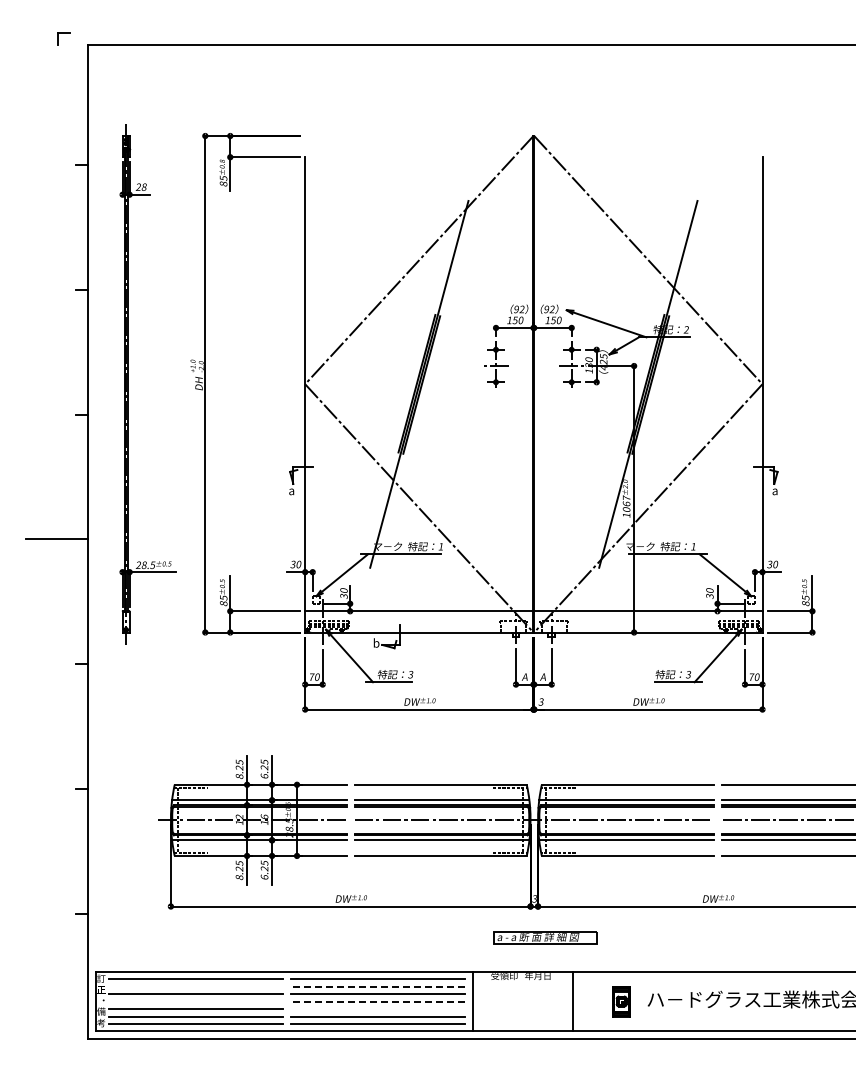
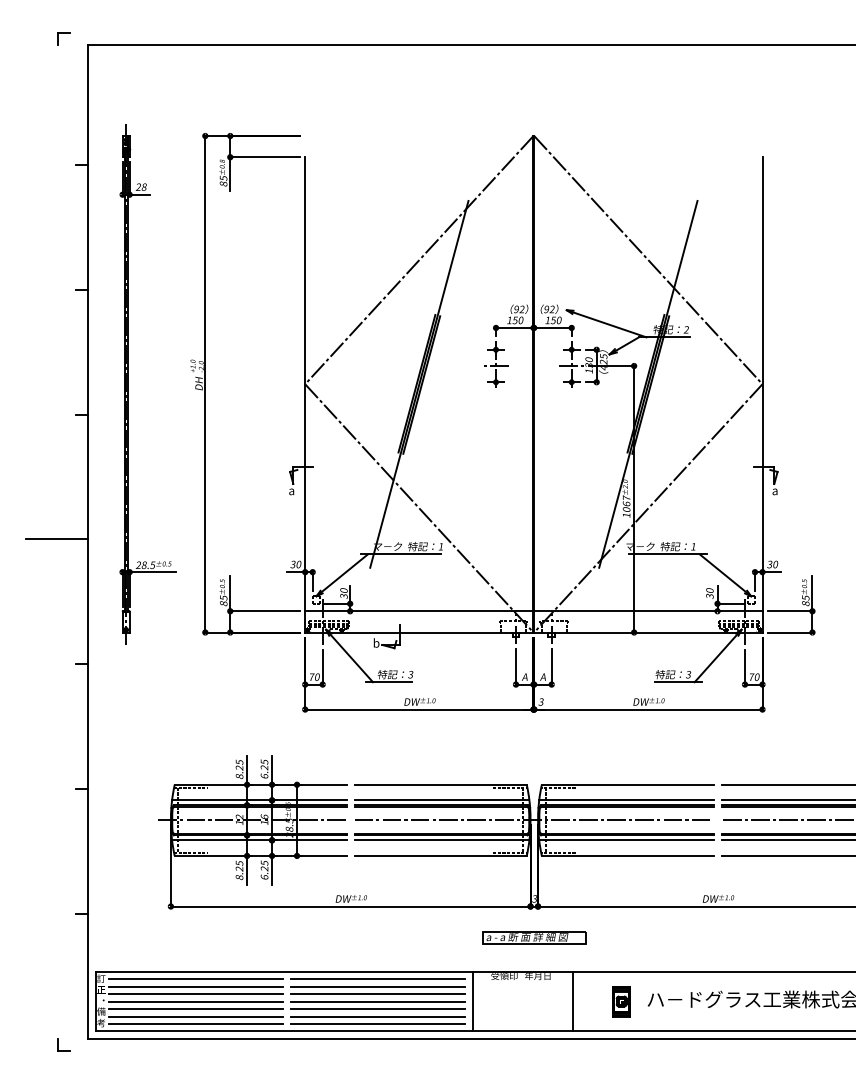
part at (545, 937) position: (545, 937) -> (534, 937)
line at (195, 986): none -> present
line at (377, 986): dashed -> solid
line at (195, 1001): none -> present
line at (377, 1001): dashed -> solid
line at (377, 1009): none -> present
part at (63, 1044): none -> present
